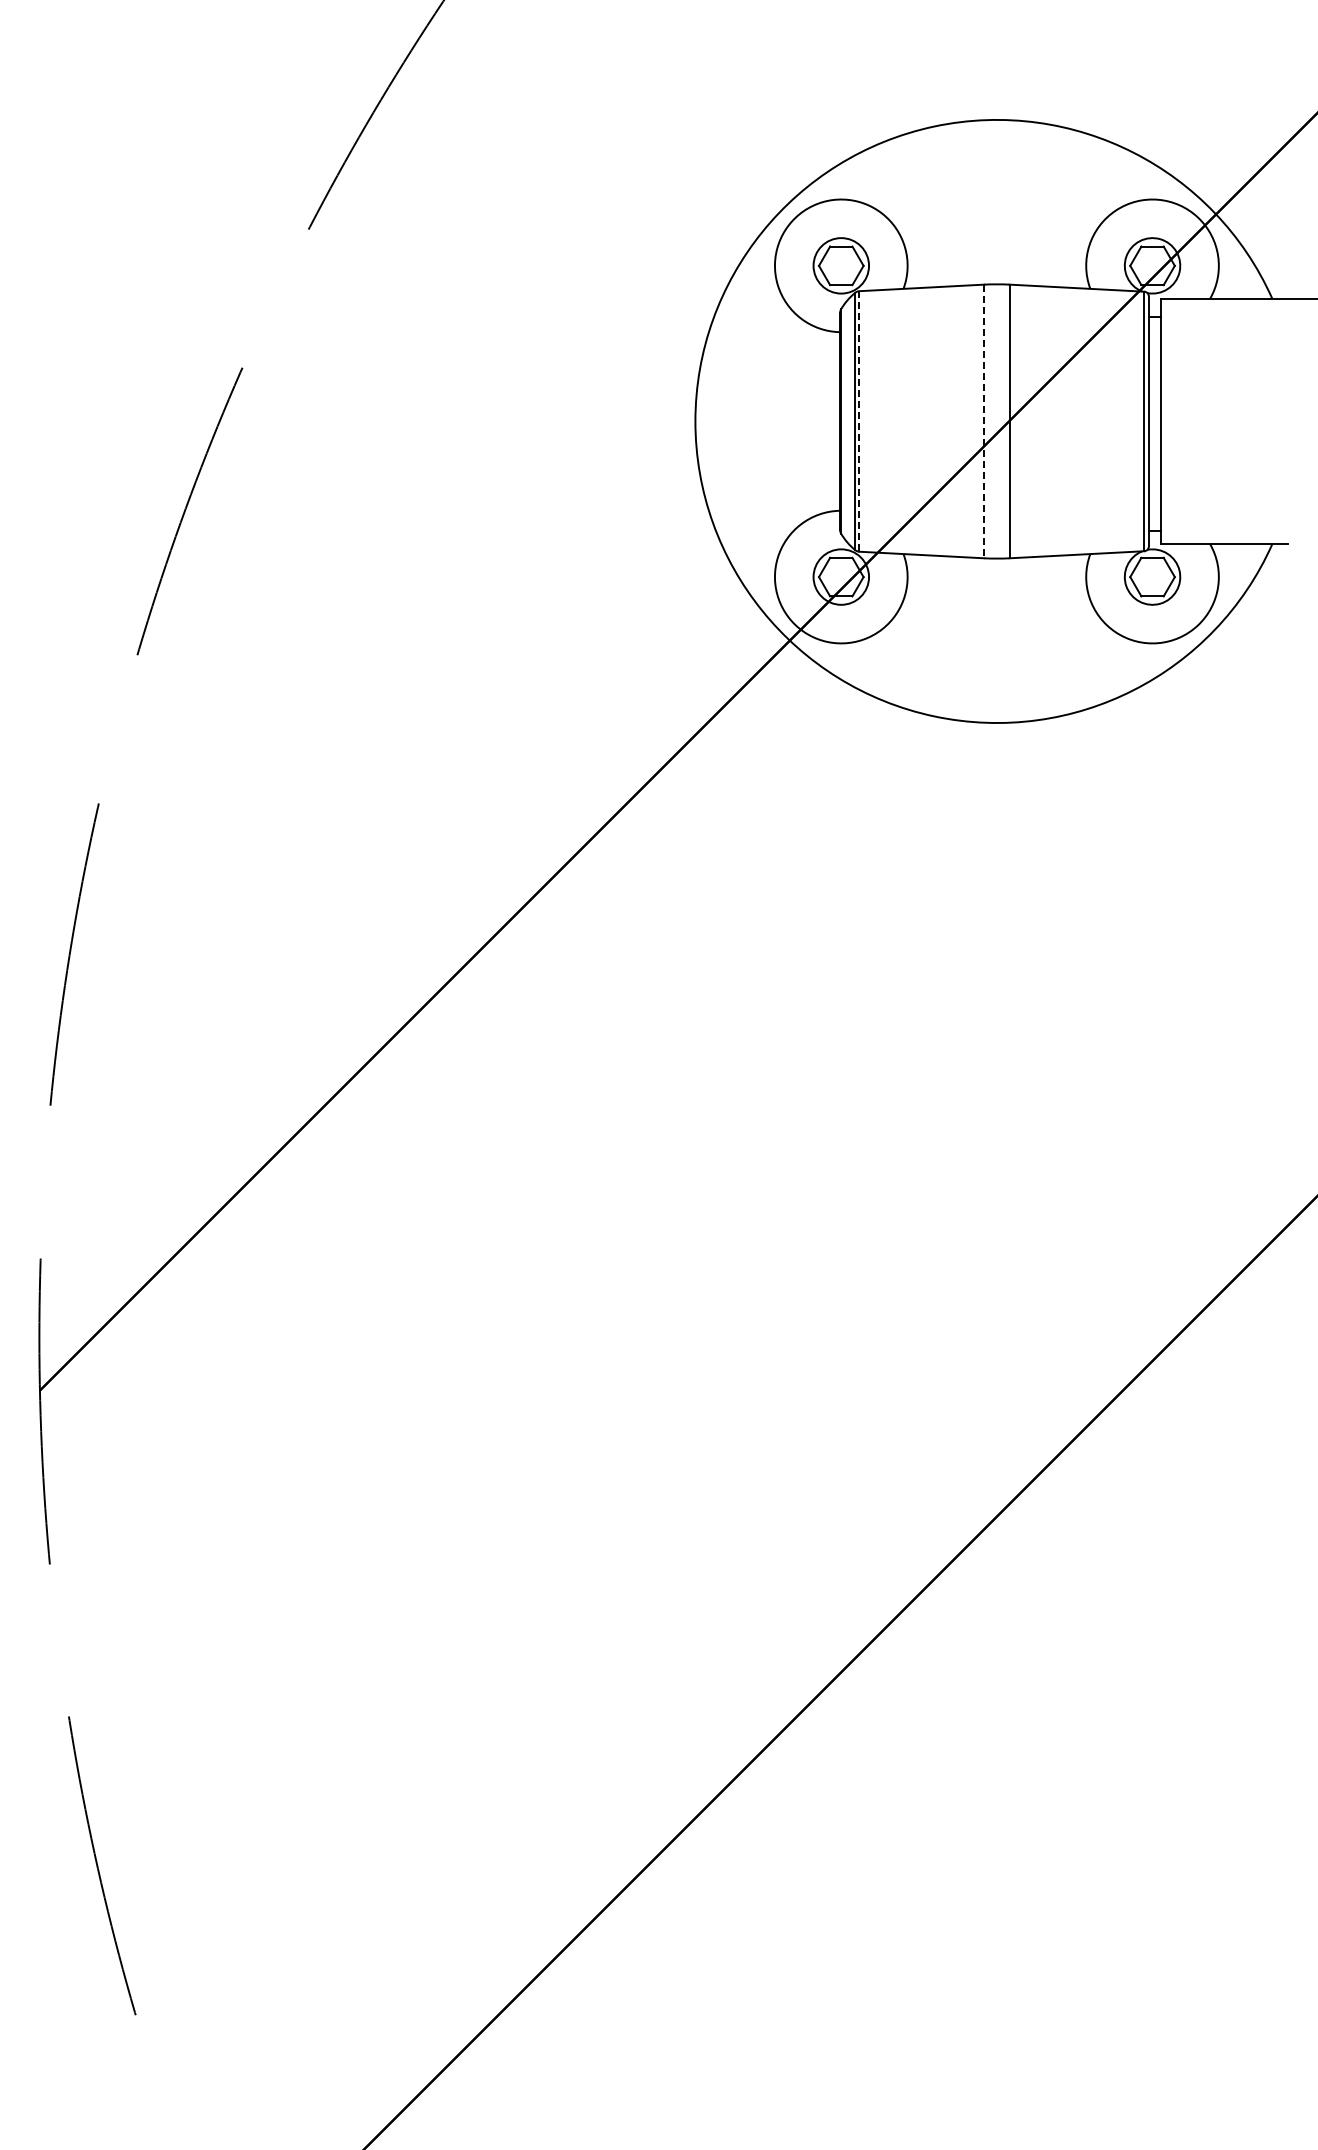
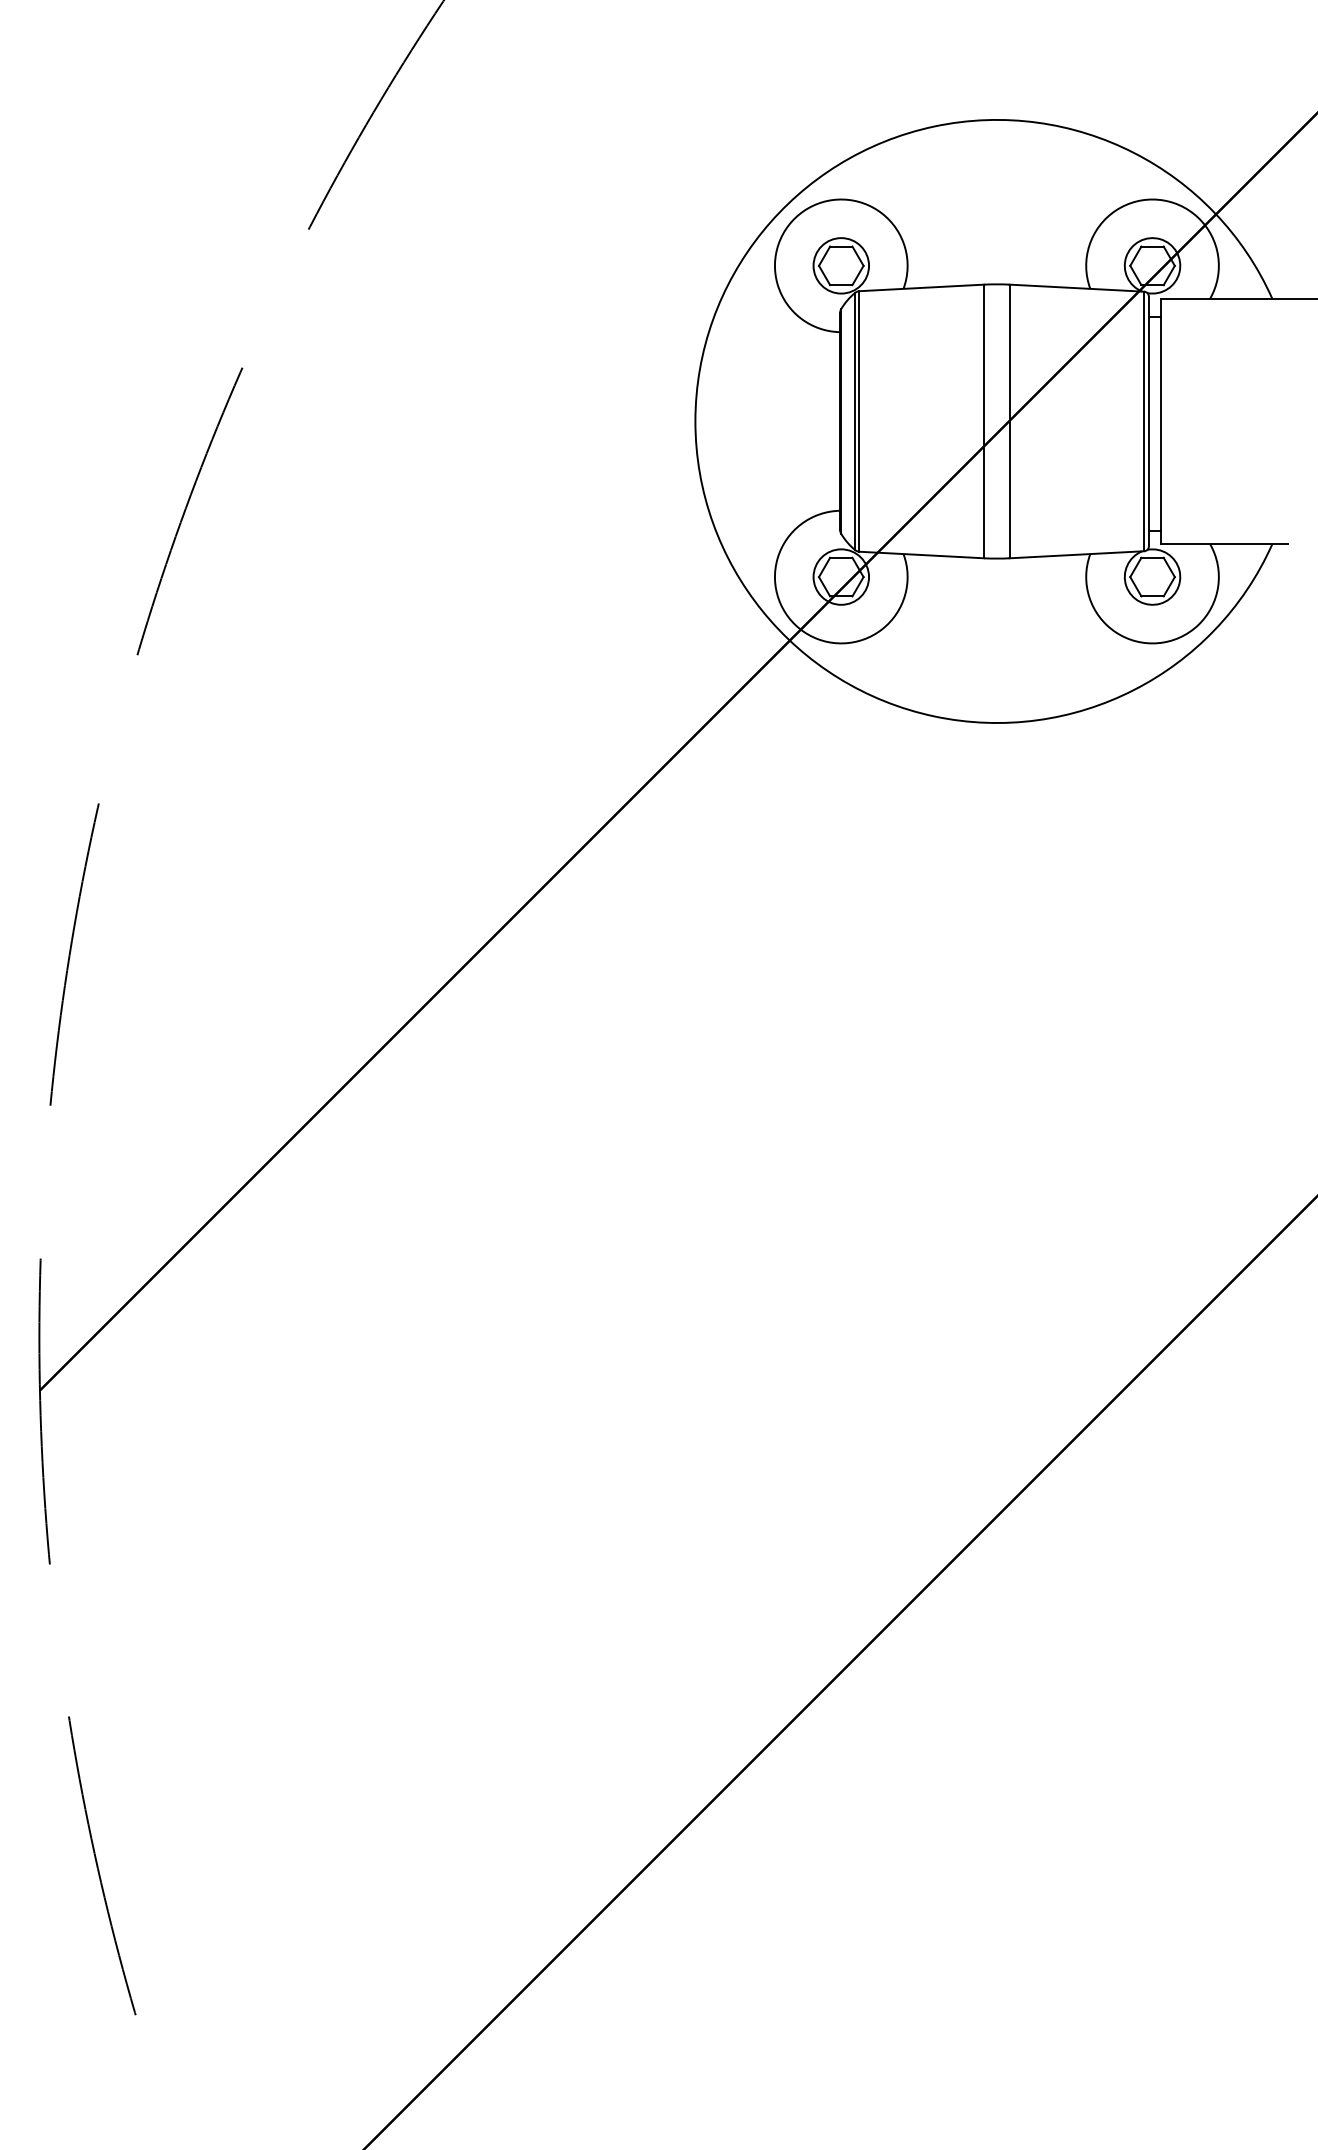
line at (859, 421): dashed -> solid
line at (984, 421): dashed -> solid
